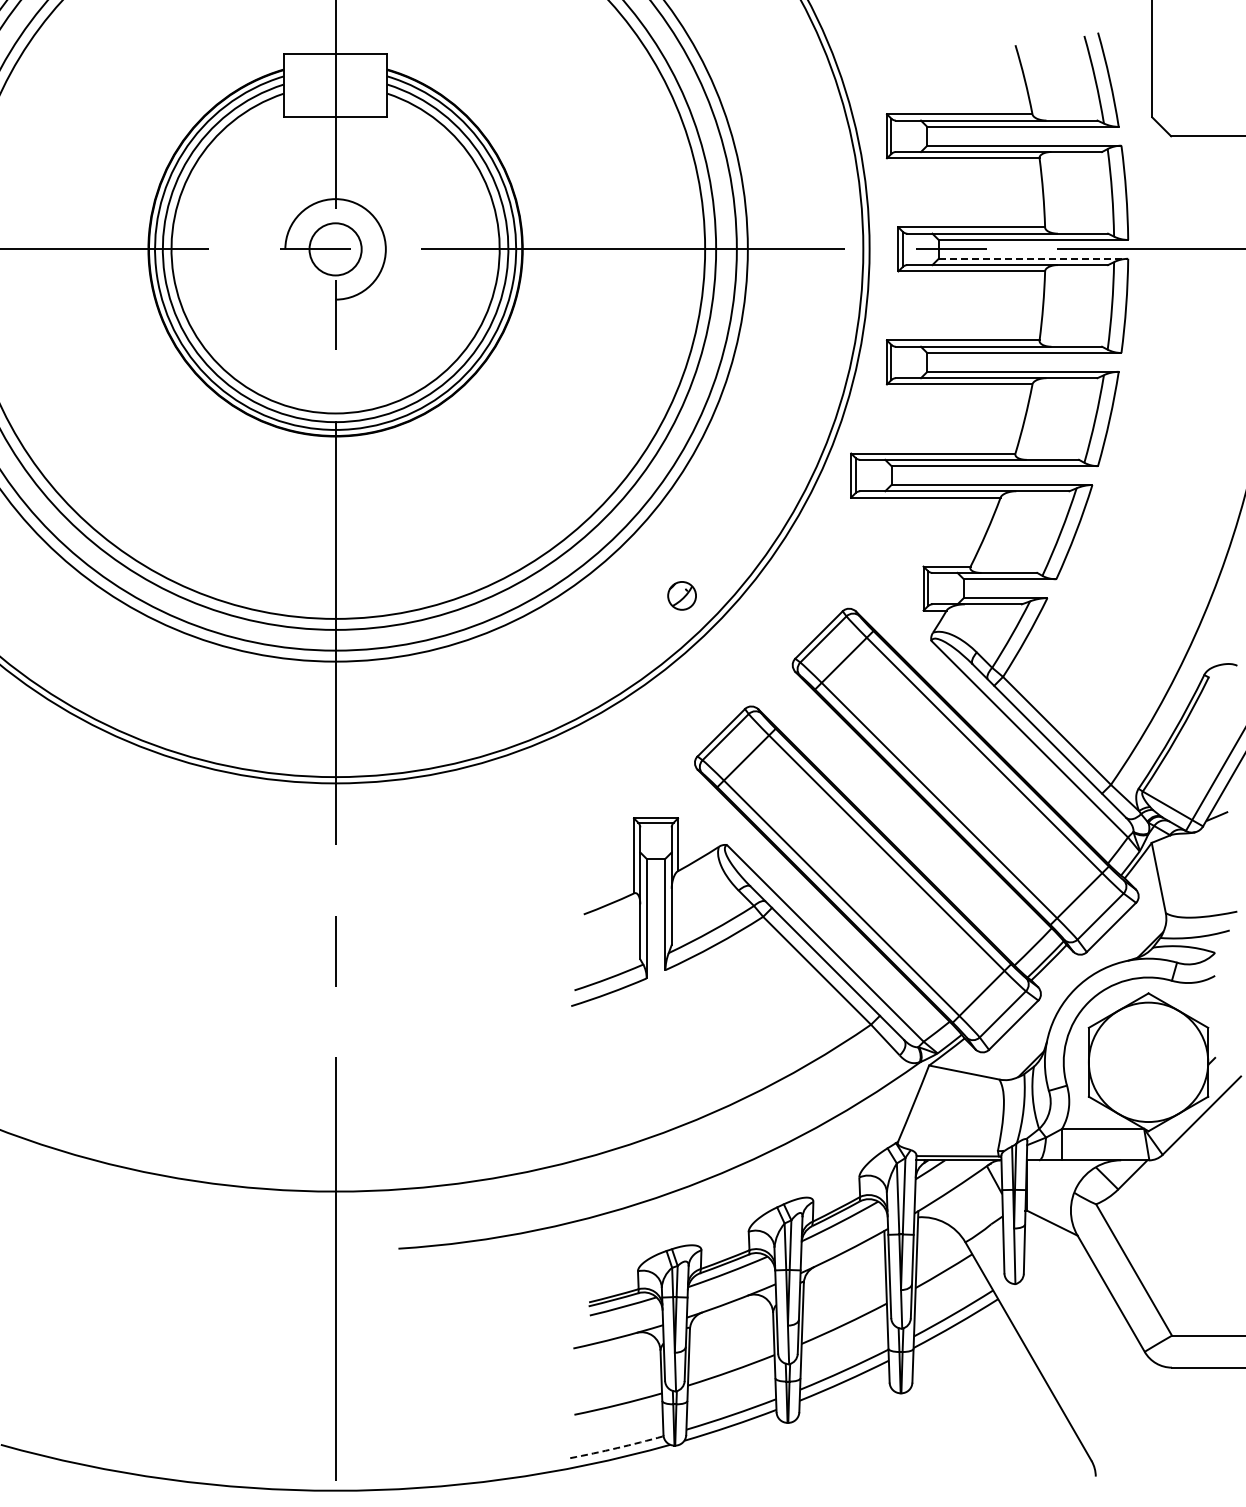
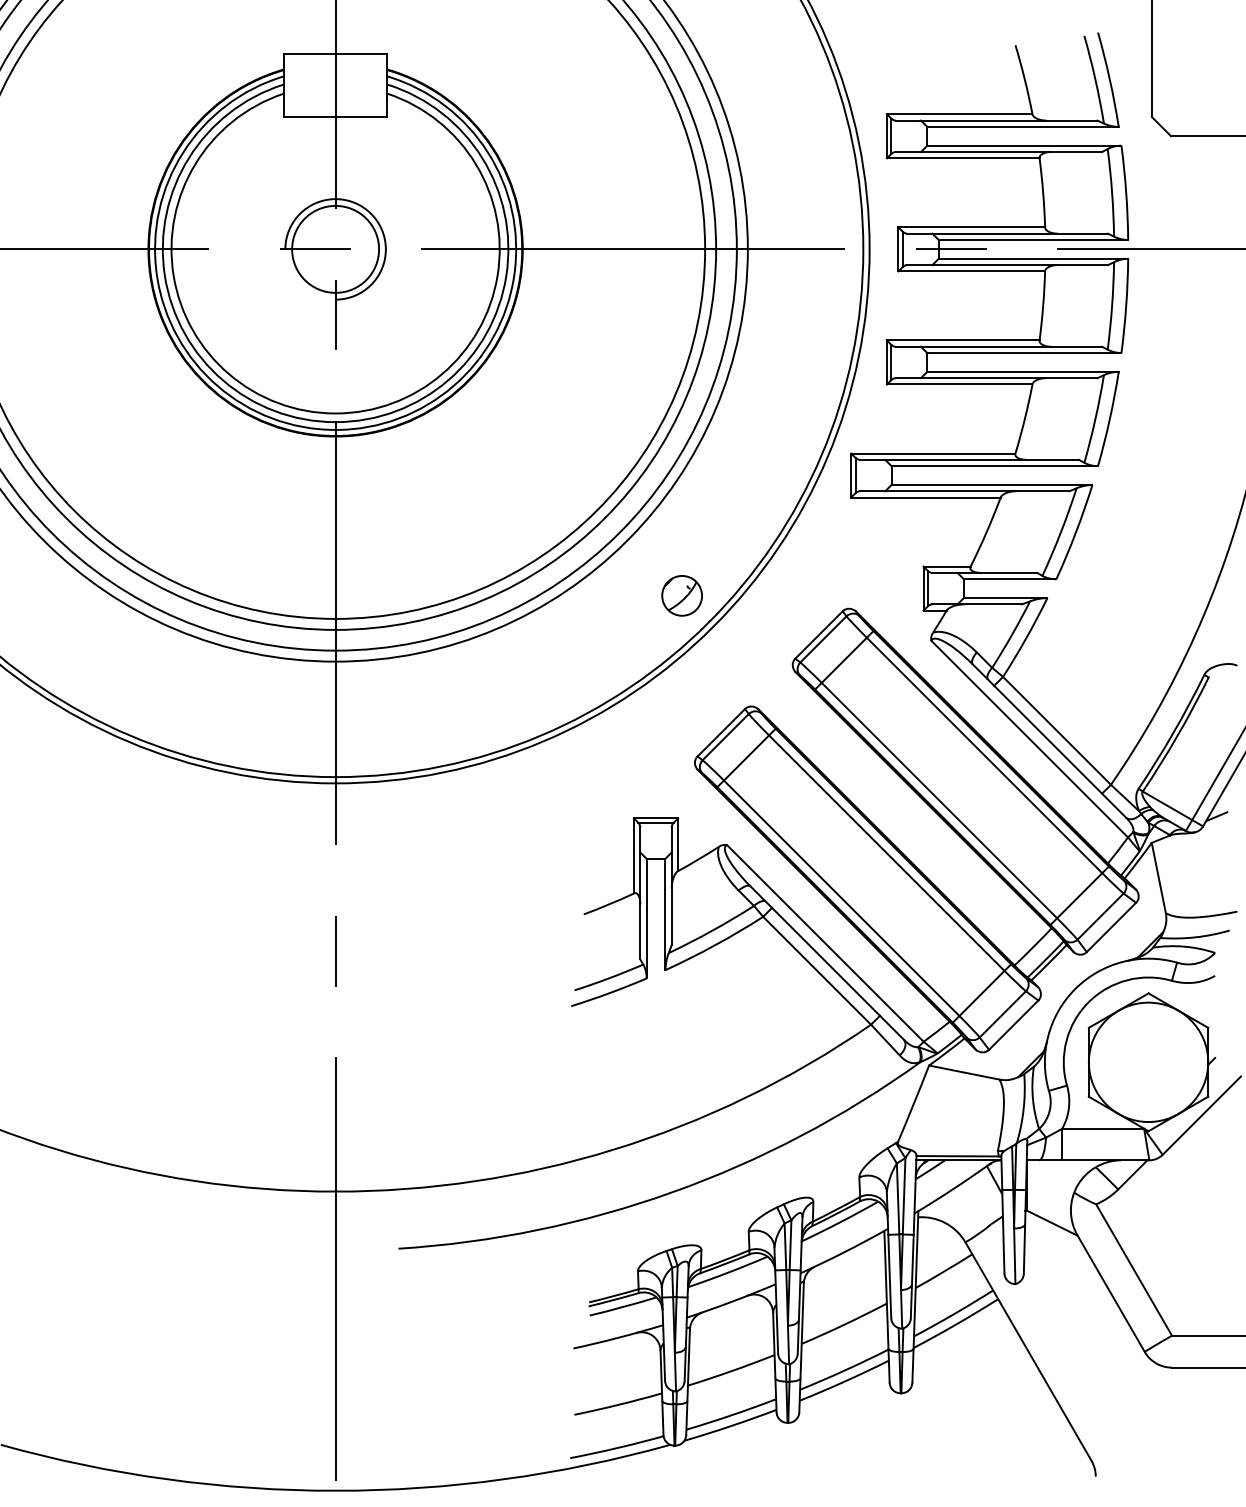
circle at (335, 249) diameter: 52 px -> 87 px
line at (1033, 258): dashed -> solid
part at (681, 595) size: 30x30 px -> 42x42 px
arc at (617, 1448): dashed -> solid
